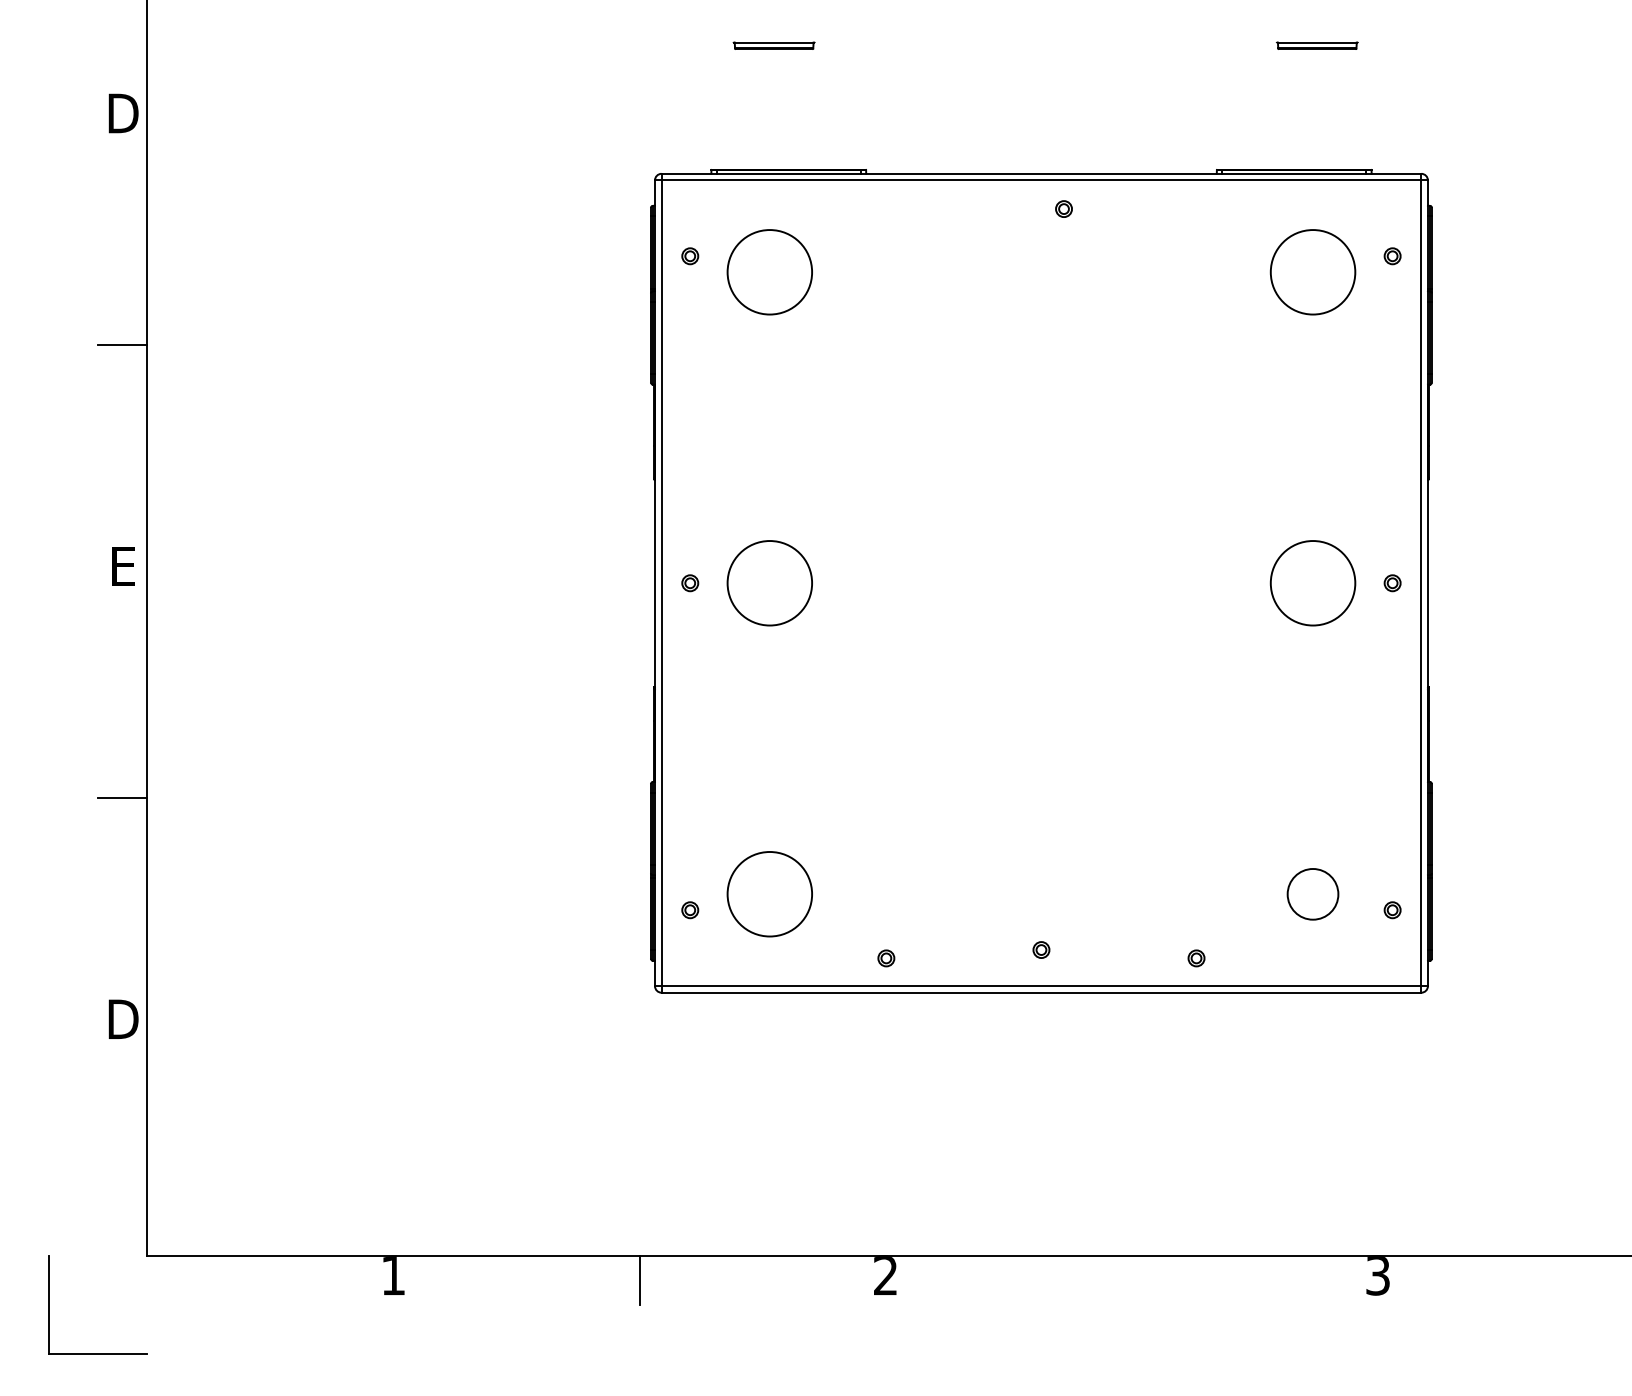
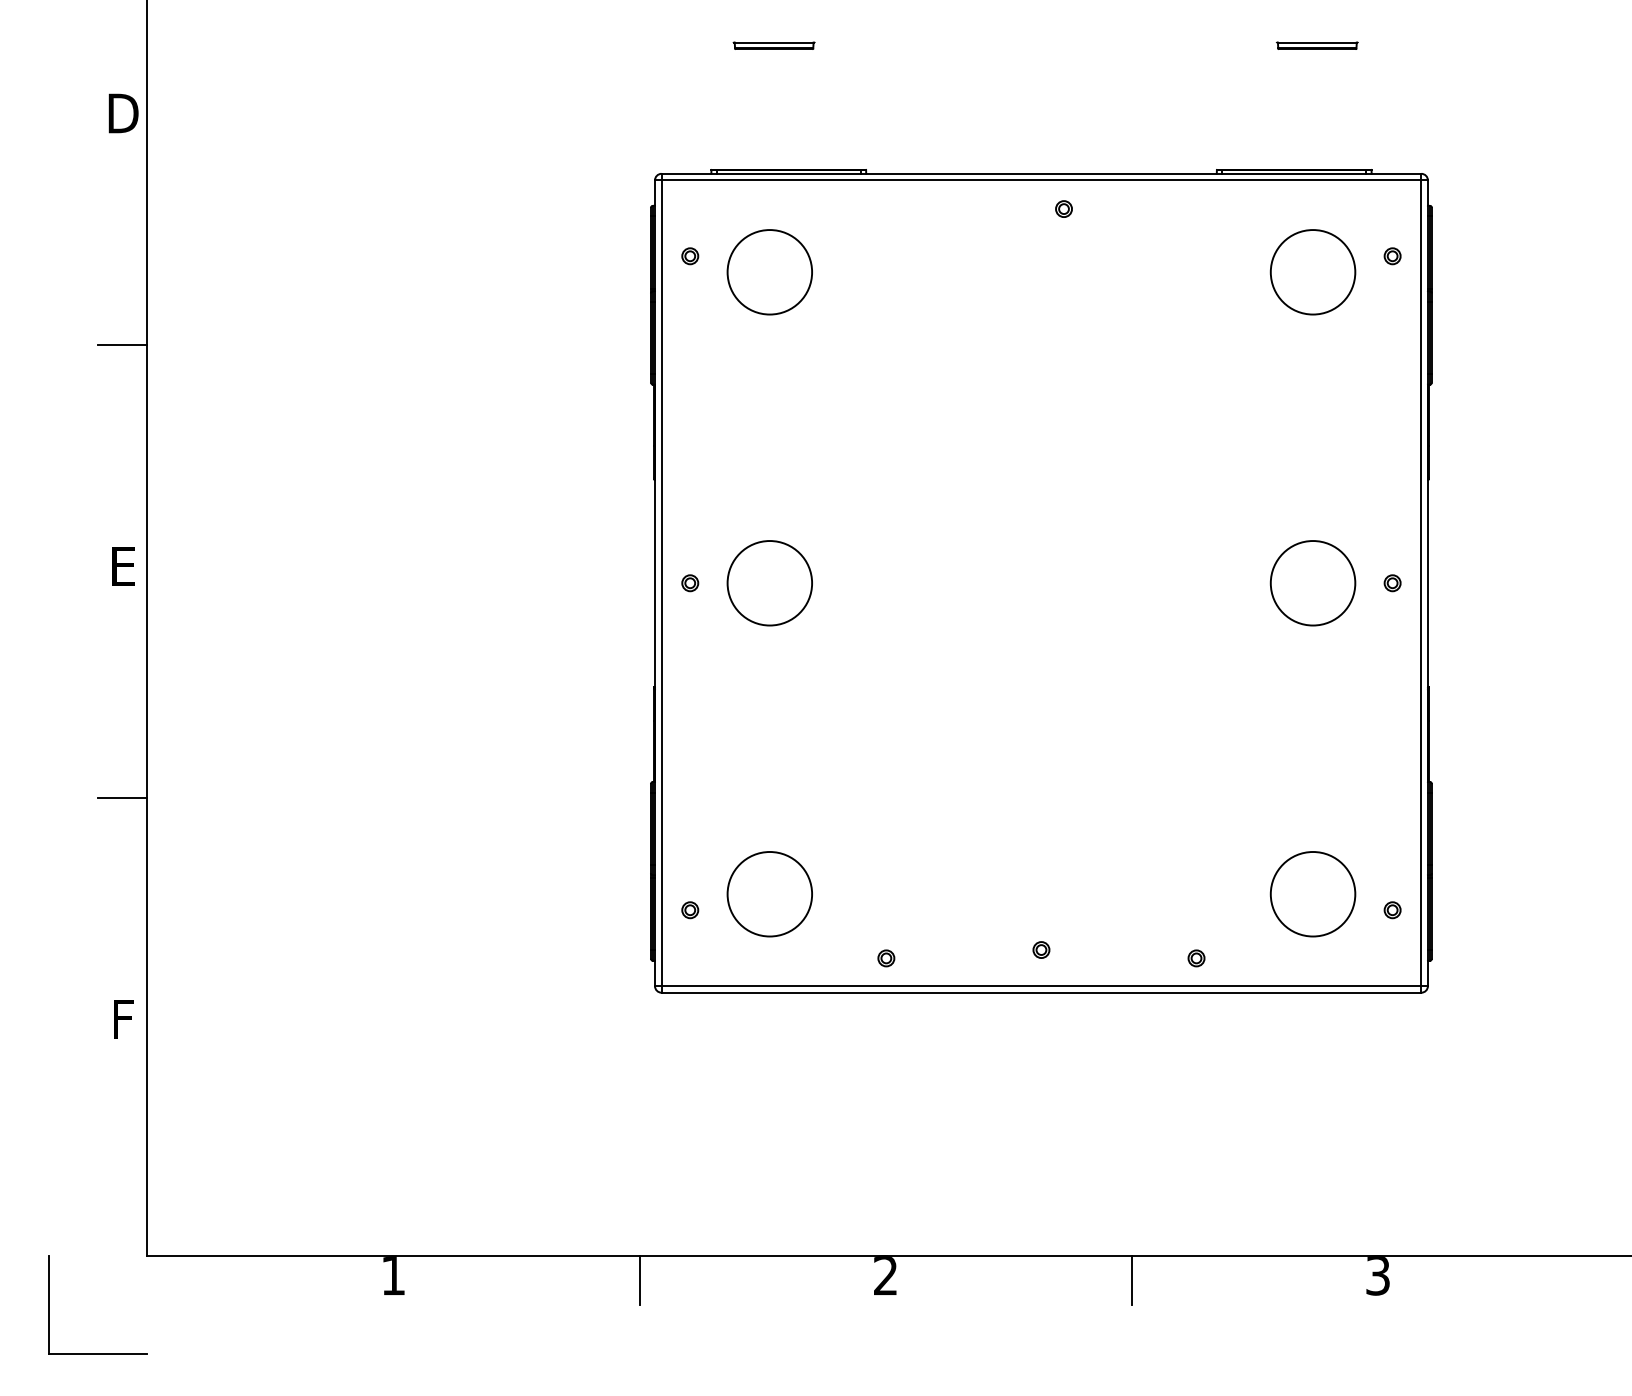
circle at (1312, 894) size: 54x53 px -> 88x87 px
text at (123, 1018): D -> F
line at (1132, 1279): none -> present
